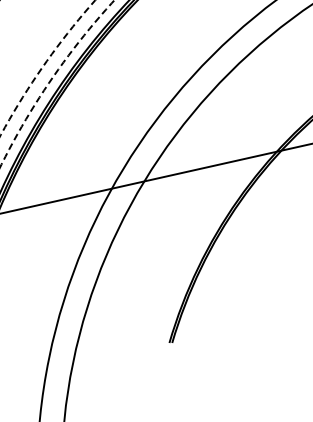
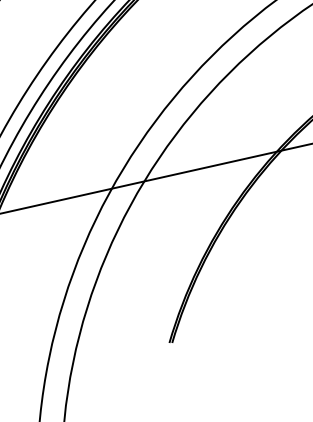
circle at (47, 67): dashed -> solid
circle at (57, 83): dashed -> solid
